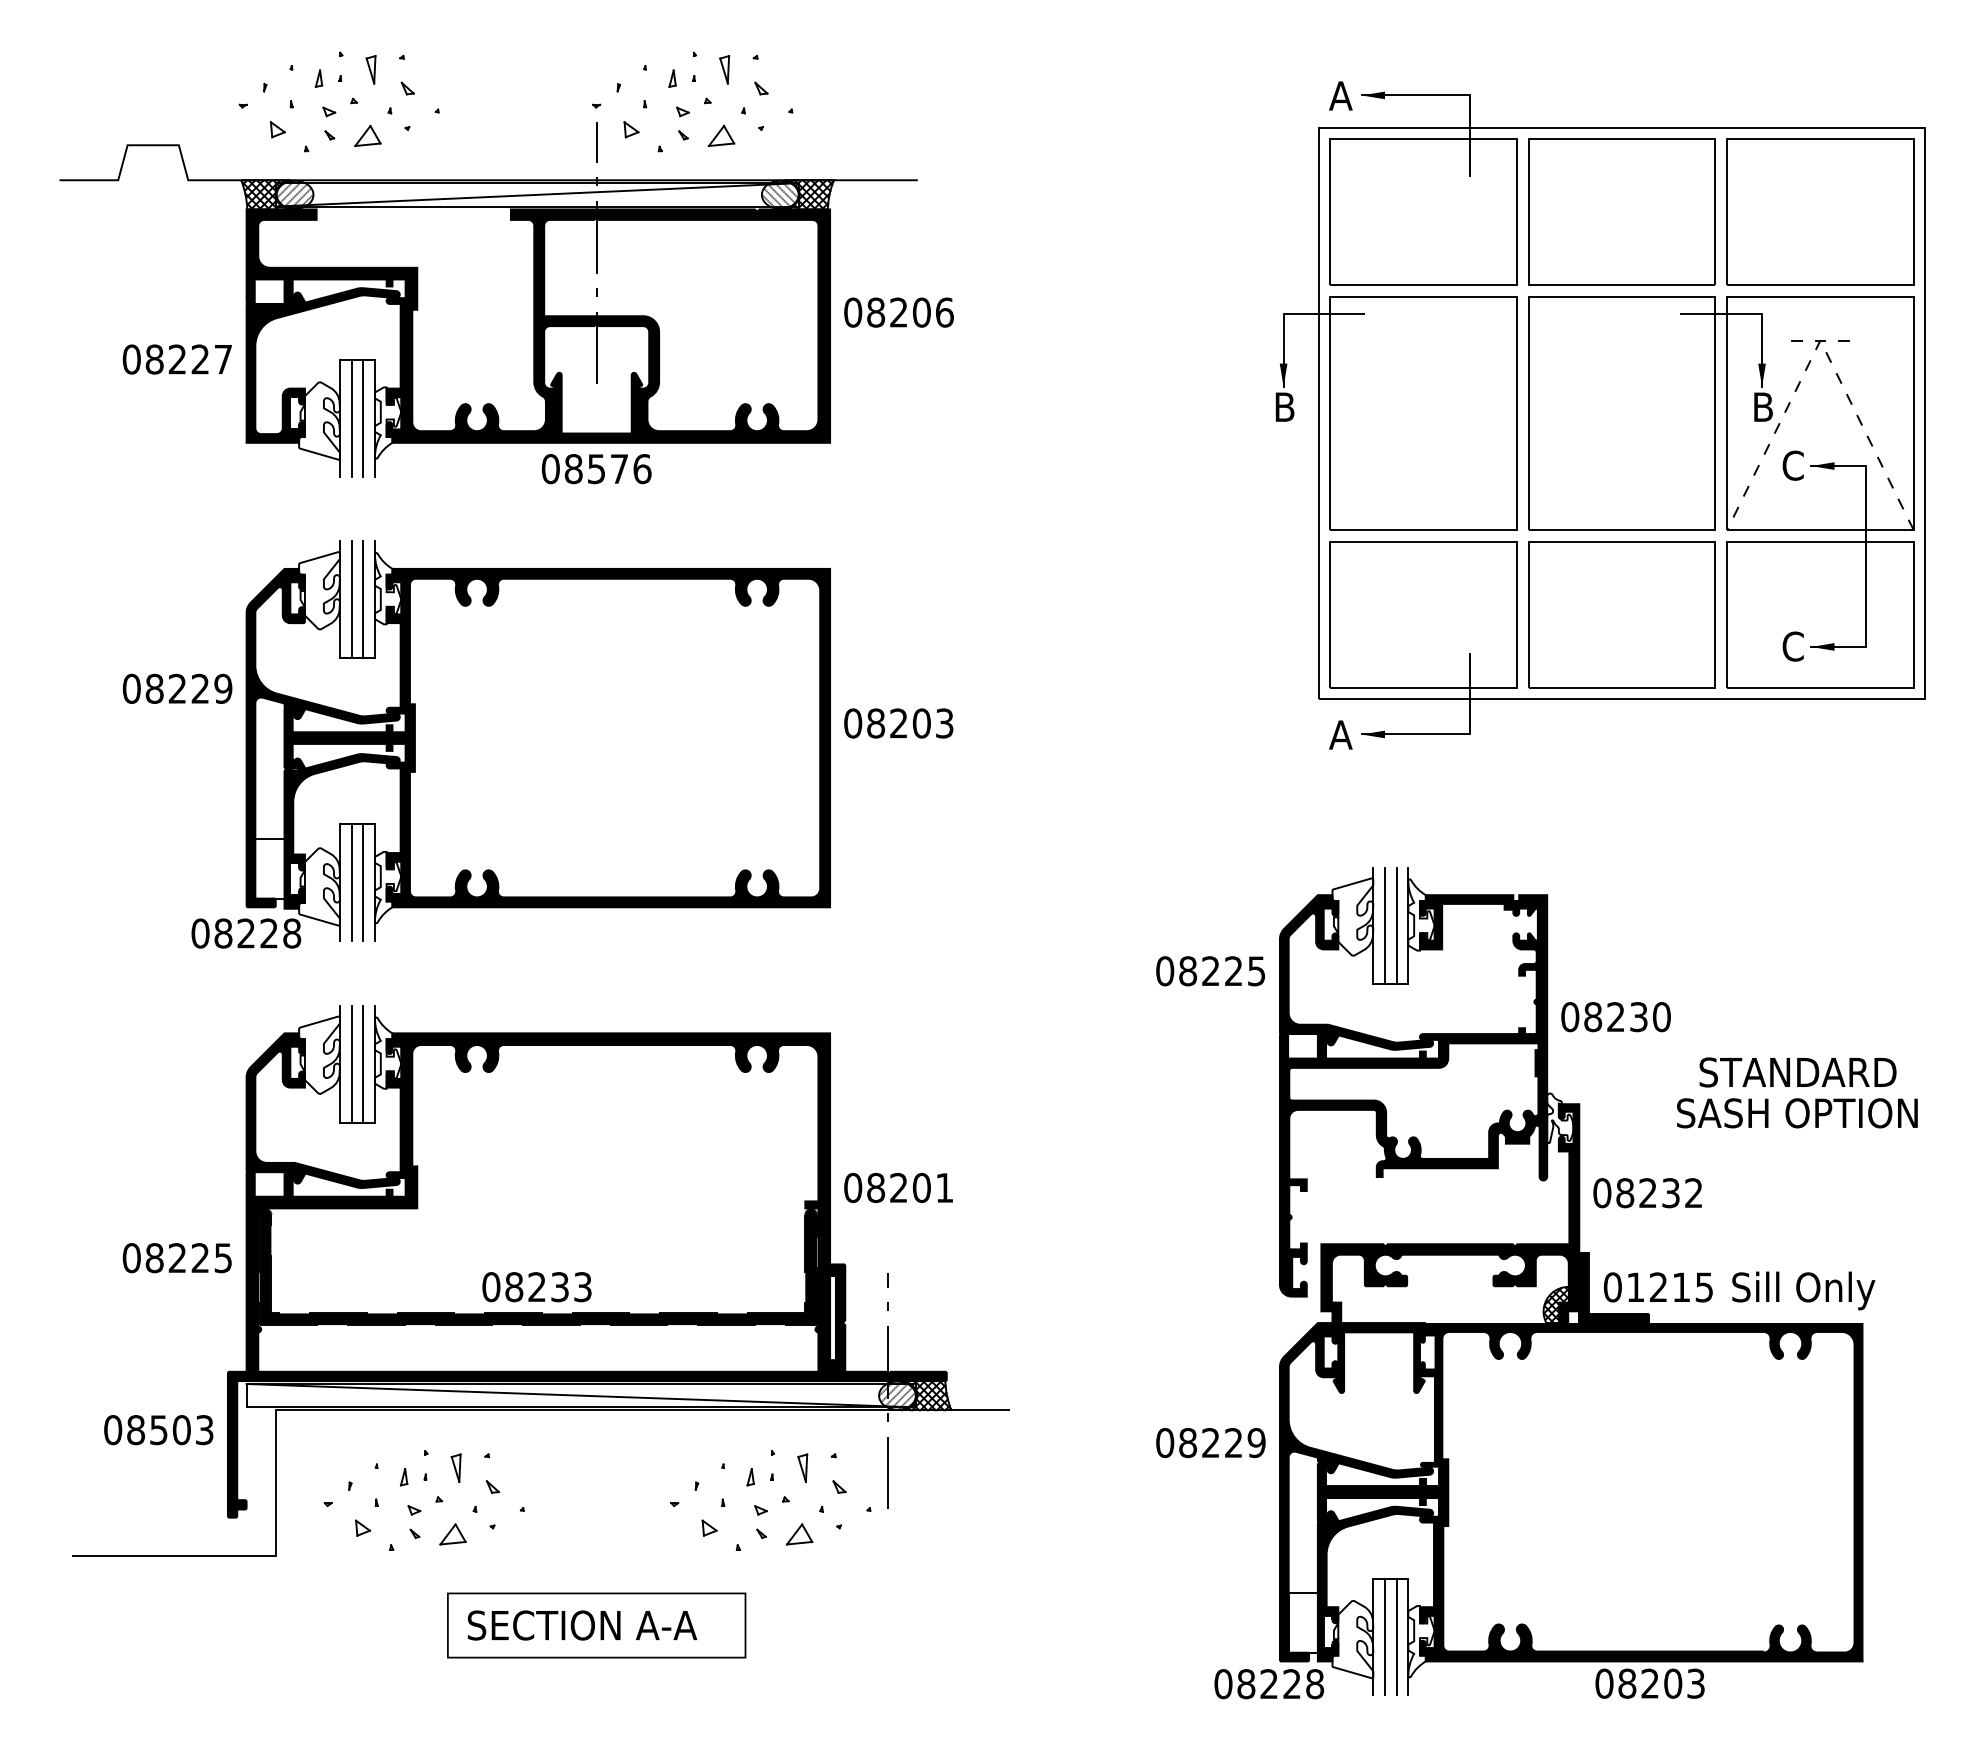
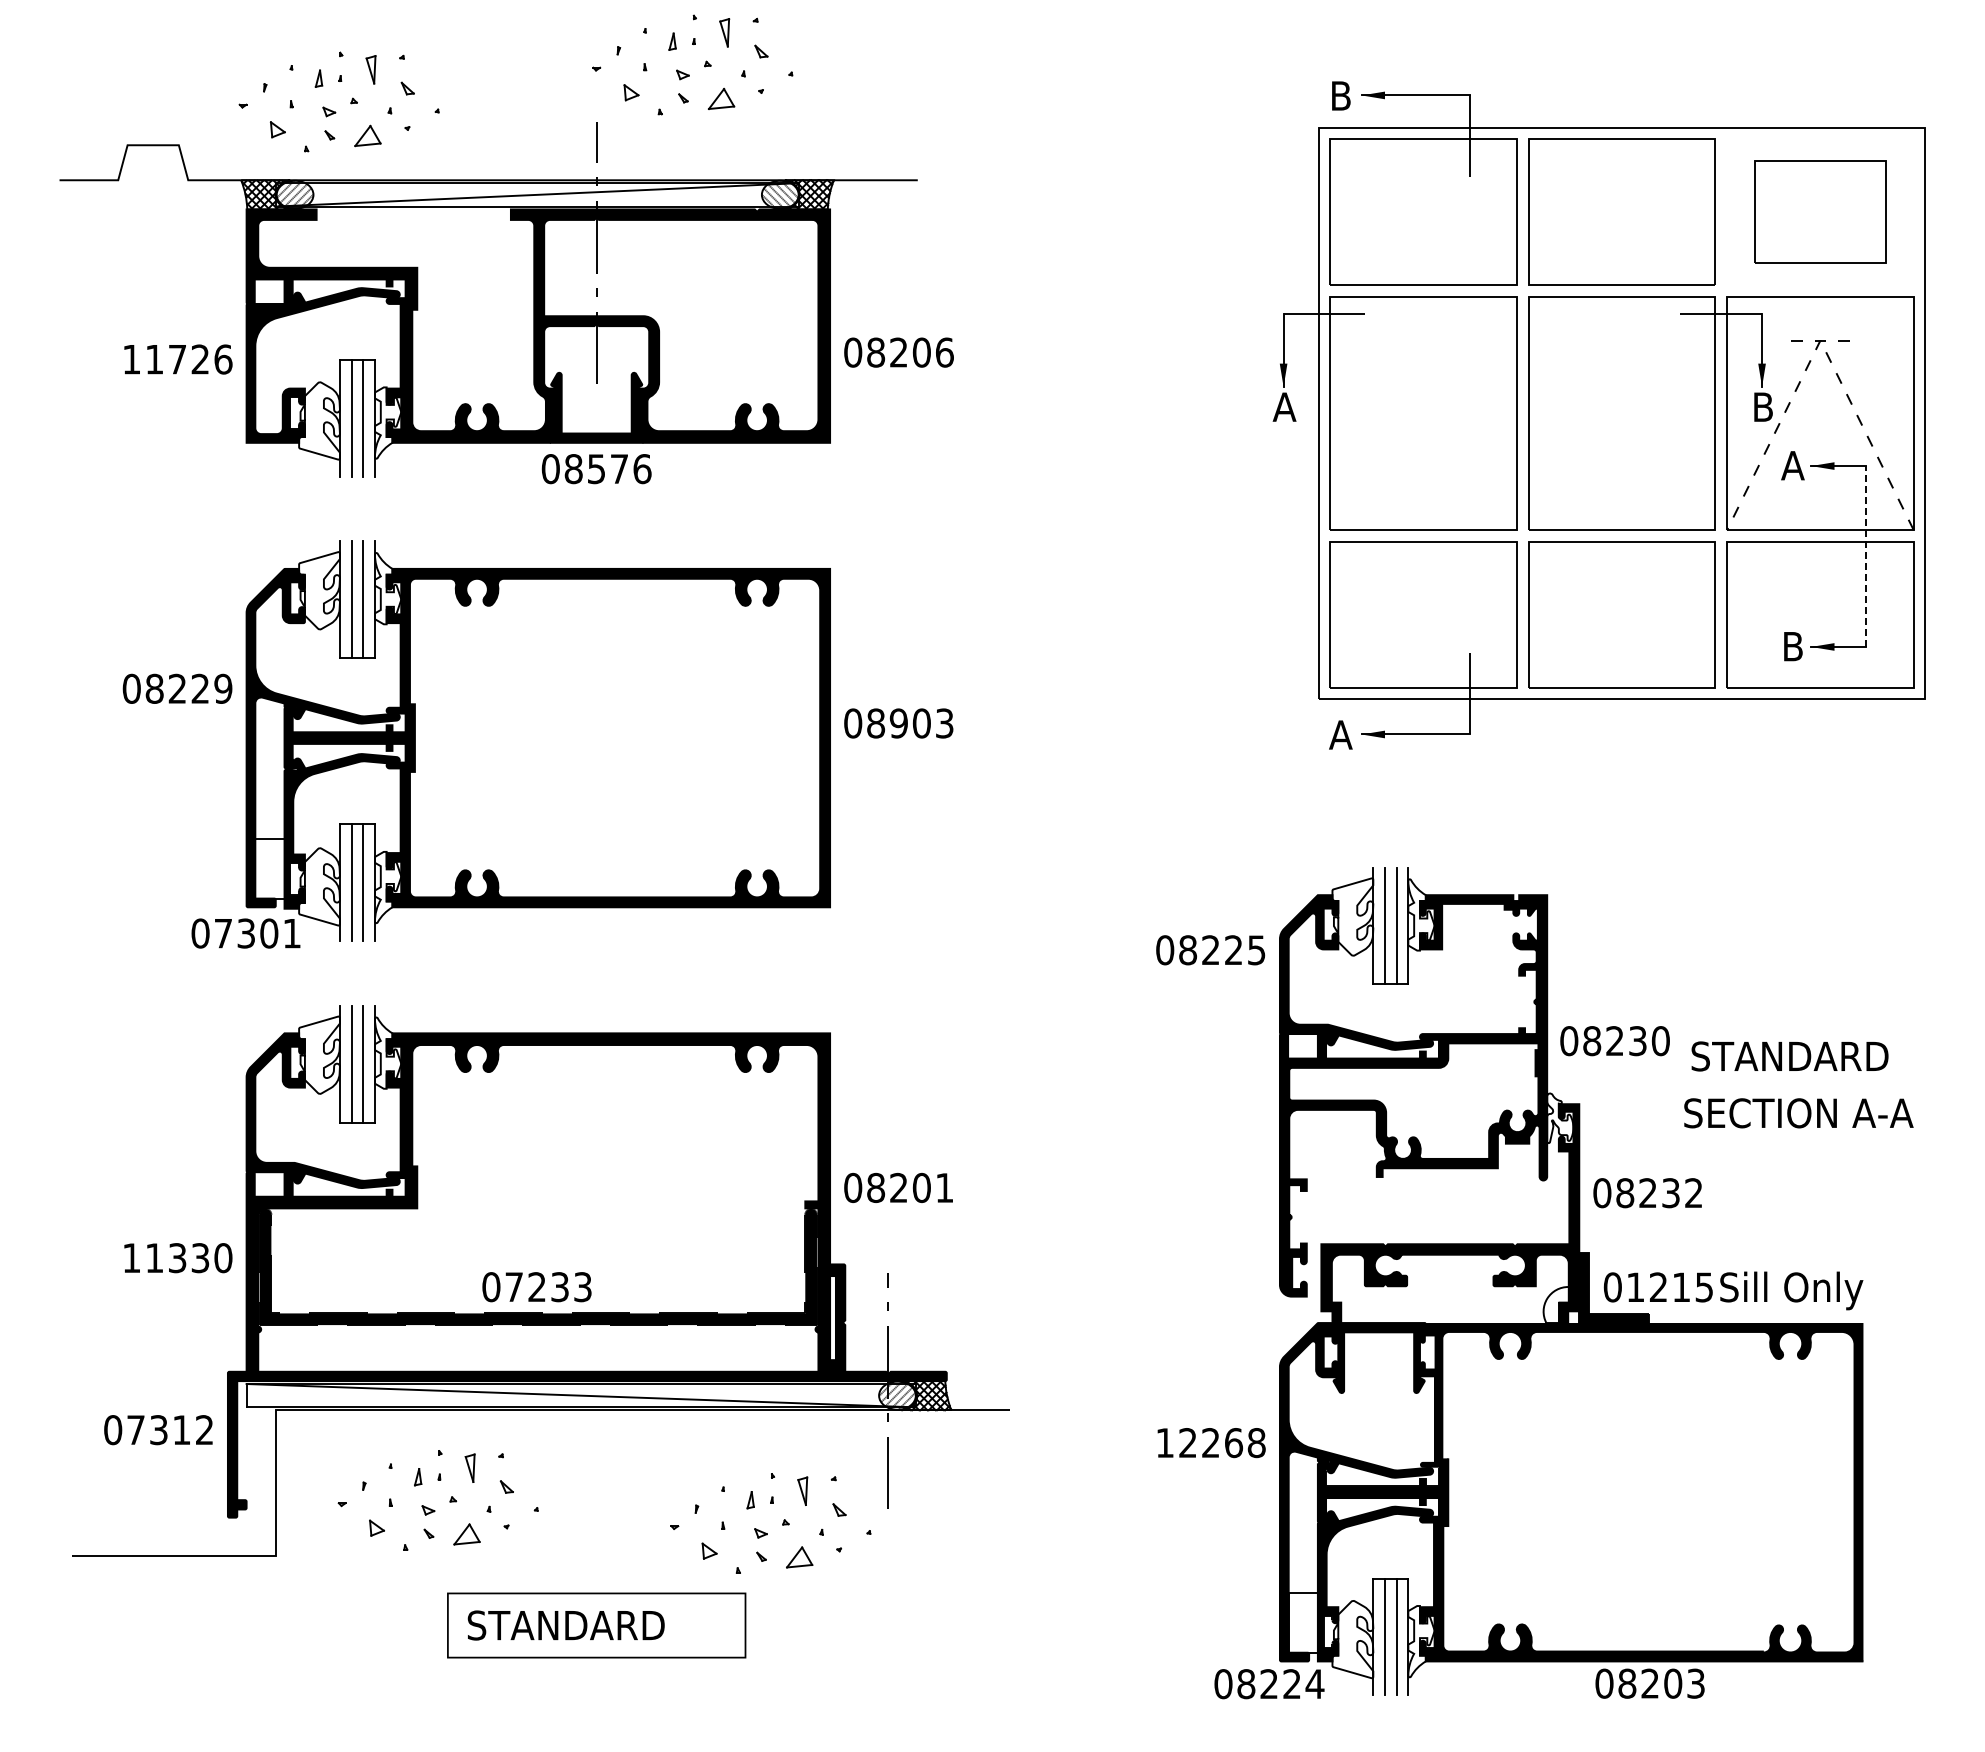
text at (1340, 95): A -> B
part at (689, 111) position: (689, 111) -> (689, 74)
part at (1820, 211) size: 189x148 px -> 133x104 px
text at (898, 312) position: (898, 312) -> (898, 352)
text at (177, 359): 08227 -> 11726
text at (1284, 406): B -> A
text at (1792, 465): C -> A
line at (1865, 556): solid -> dashed
text at (1792, 646): C -> B
text at (898, 723): 08203 -> 08903
text at (257, 933): 08228 -> 07301
text at (1210, 971) position: (1210, 971) -> (1210, 950)
text at (1615, 1017) position: (1615, 1017) -> (1614, 1041)
text at (1797, 1072) position: (1797, 1072) -> (1789, 1056)
text at (1797, 1113): SASH OPTION -> SECTION A-A
text at (177, 1258): 08225 -> 11330
text at (514, 1287): 08233 -> 07233
text at (1803, 1290) position: (1803, 1290) -> (1791, 1290)
hatch at (1555, 1305): present -> none
text at (170, 1430): 08503 -> 07312
text at (1210, 1443): 08229 -> 12268
part at (419, 1509) position: (419, 1509) -> (433, 1509)
part at (765, 1509) position: (765, 1509) -> (765, 1532)
text at (592, 1625): SECTION A-A -> STANDARD
text at (1314, 1684): 08228 -> 08224
